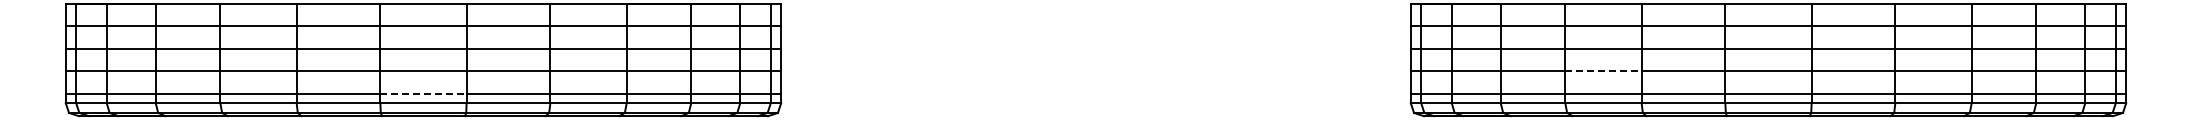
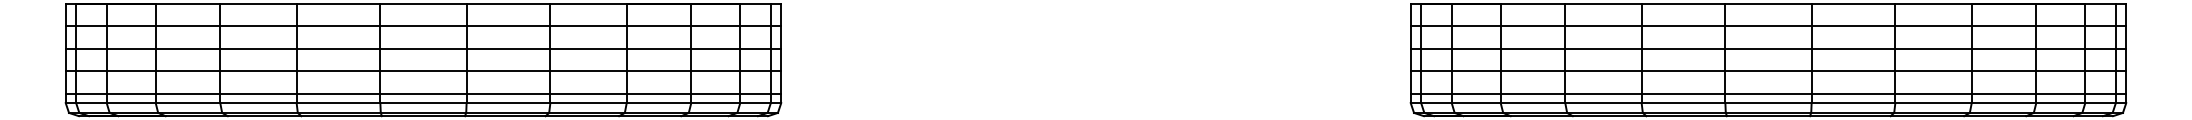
line at (1603, 71): dashed -> solid
line at (423, 93): dashed -> solid
